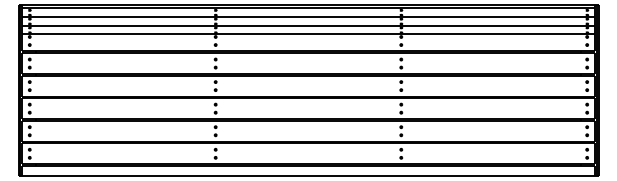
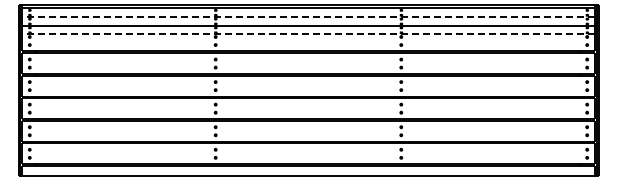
line at (308, 16): solid -> dashed
line at (308, 34): solid -> dashed
